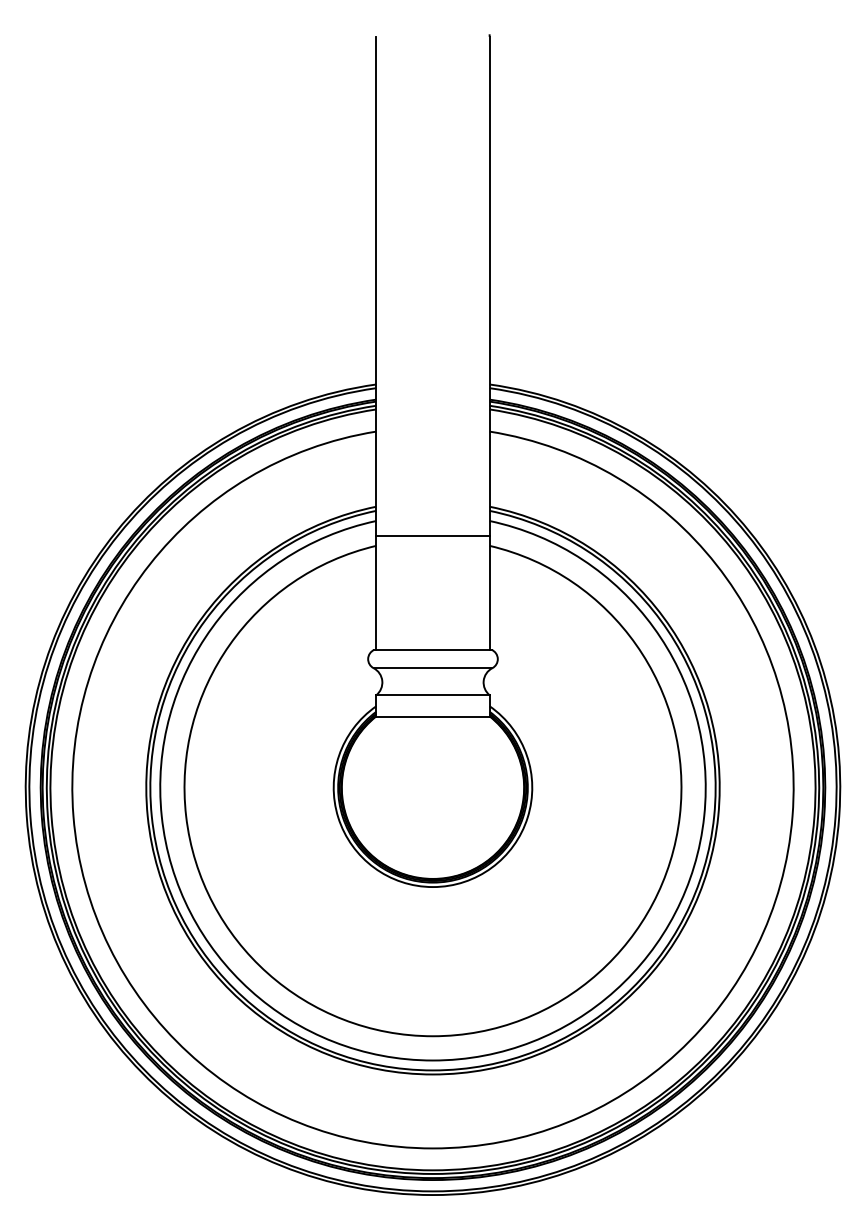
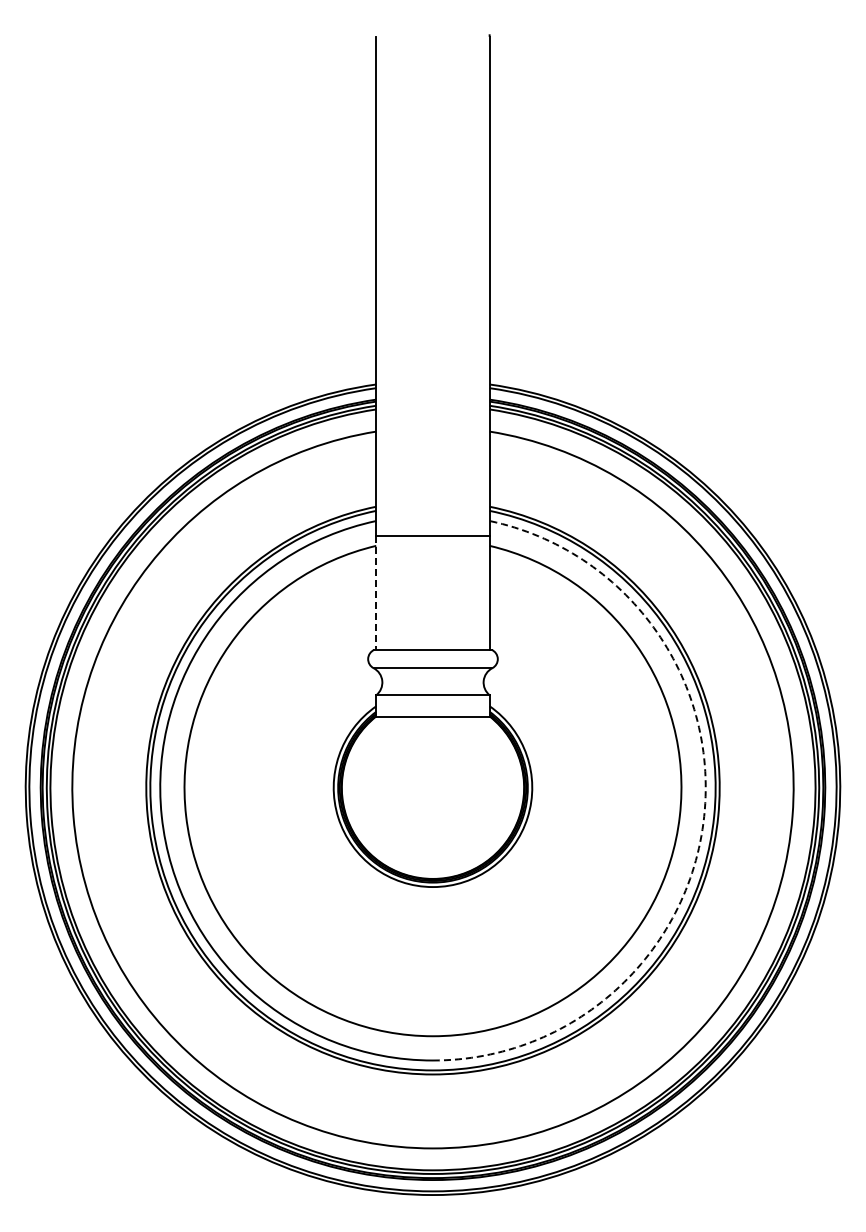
line at (376, 593): solid -> dashed
arc at (704, 816): solid -> dashed
